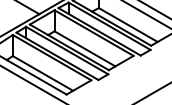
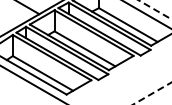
line at (154, 9): solid -> dashed
line at (153, 93): solid -> dashed
